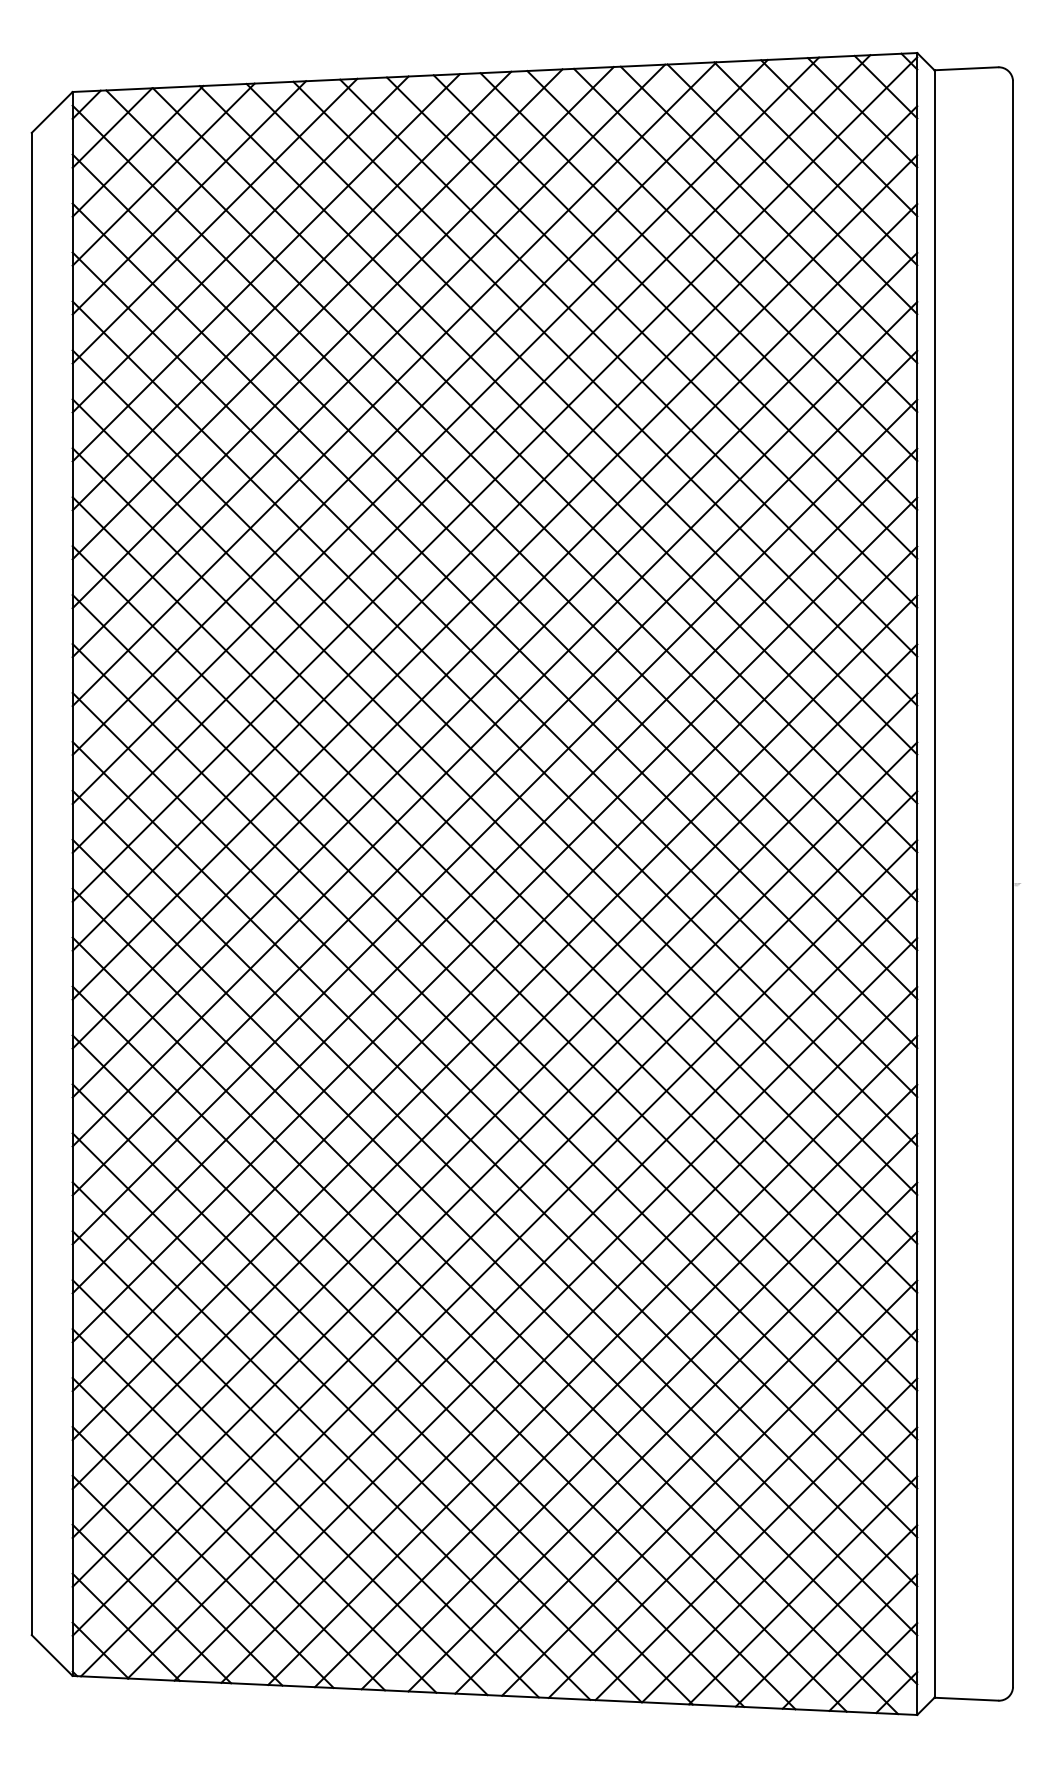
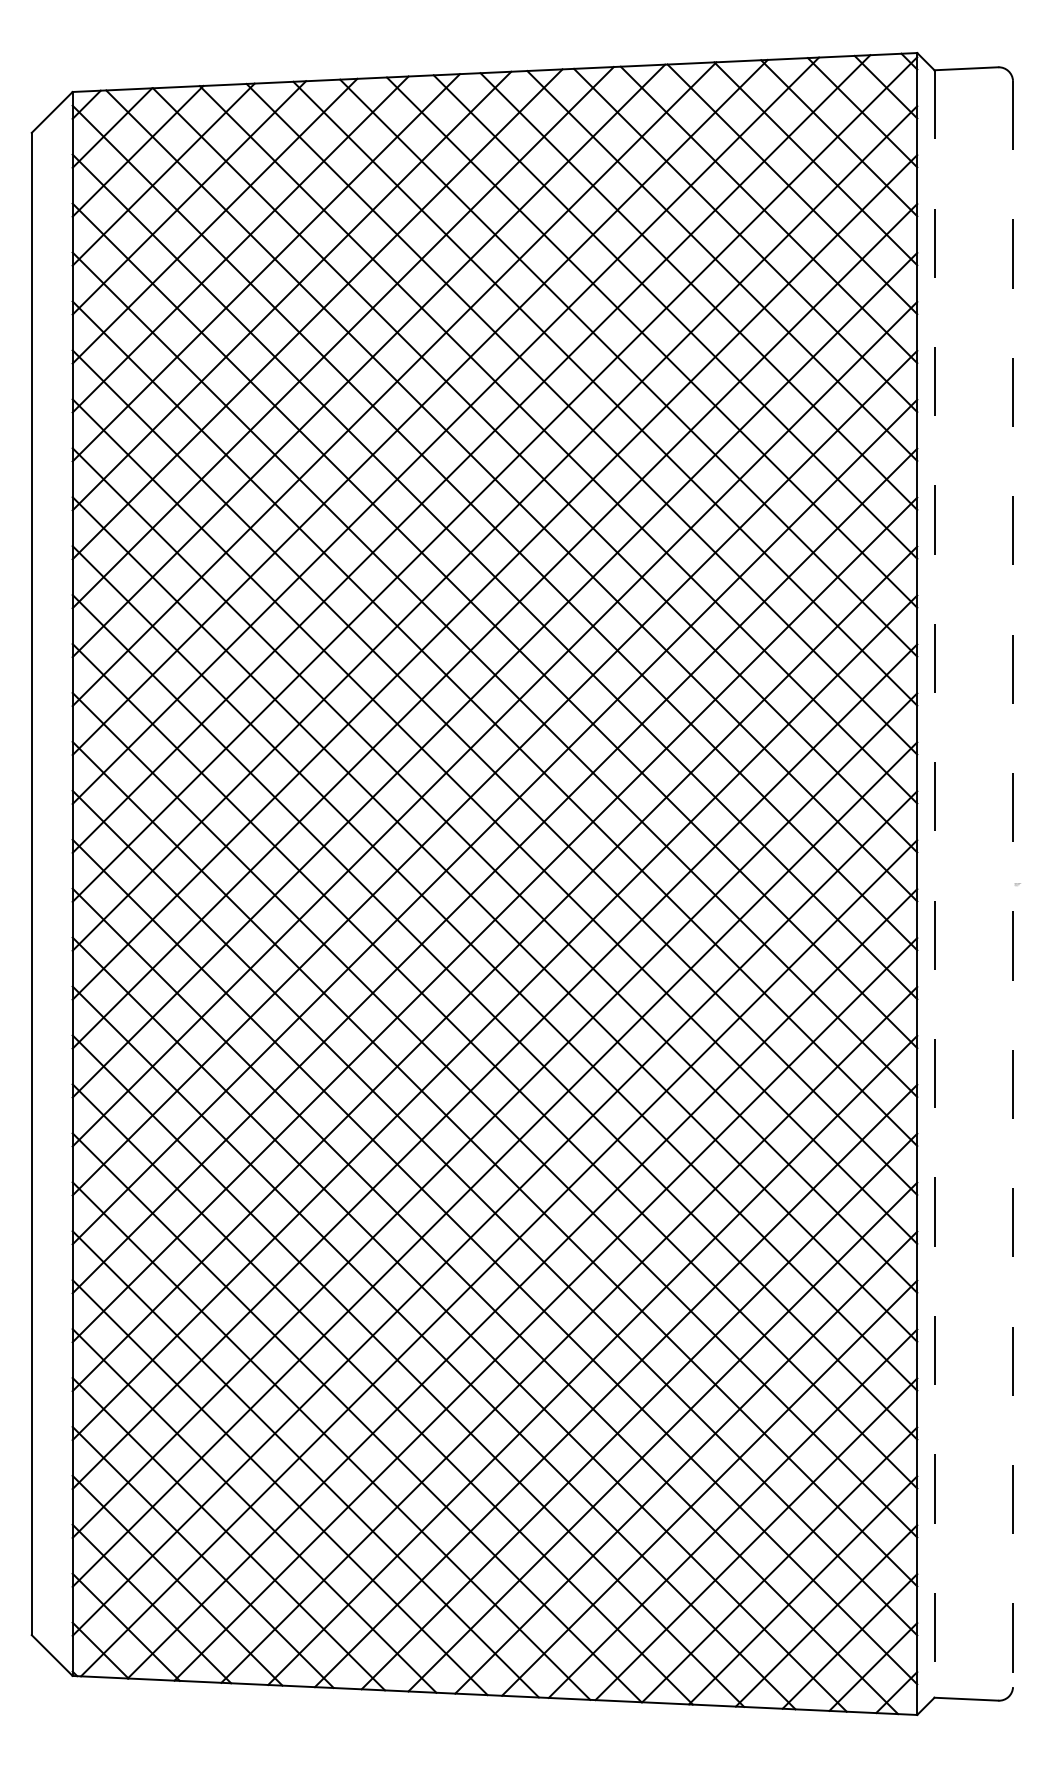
line at (934, 884): solid -> dashed
line at (1012, 884): solid -> dashed
